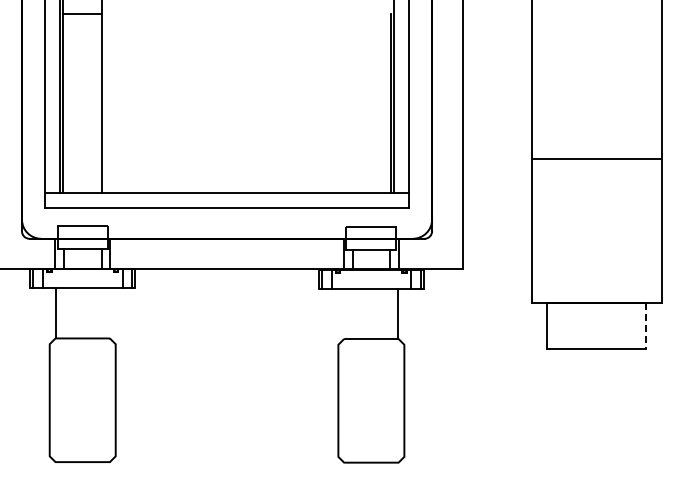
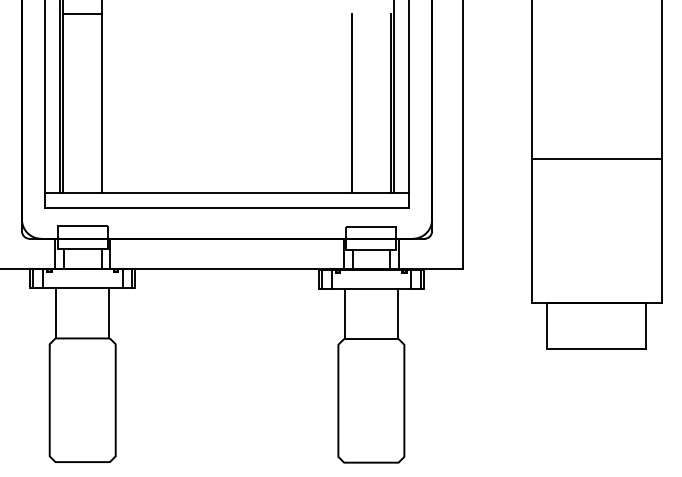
line at (352, 103): none -> present
line at (109, 313): none -> present
line at (345, 313): none -> present
line at (645, 326): dashed -> solid
